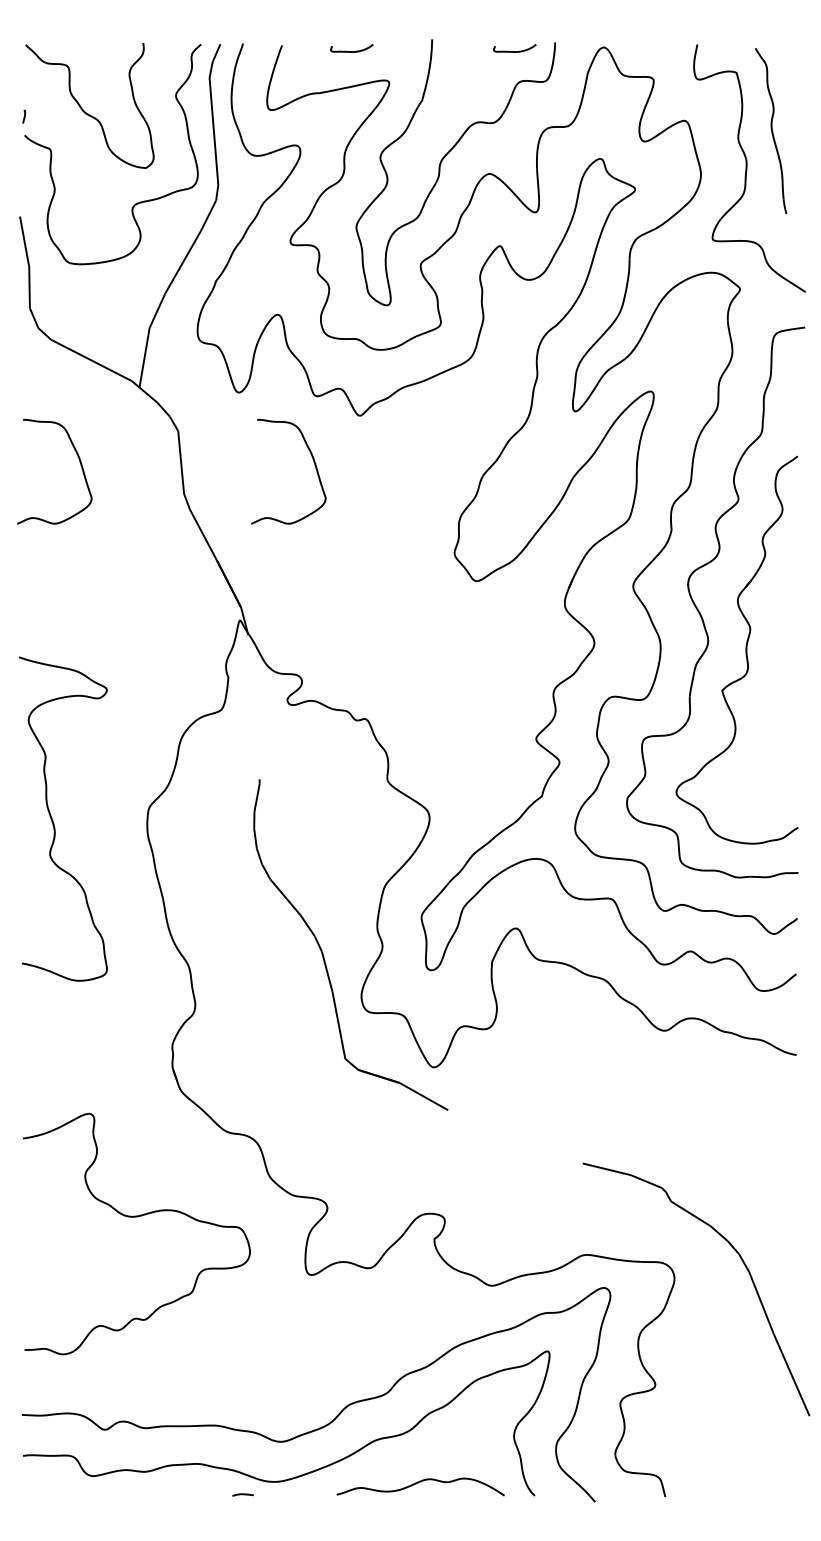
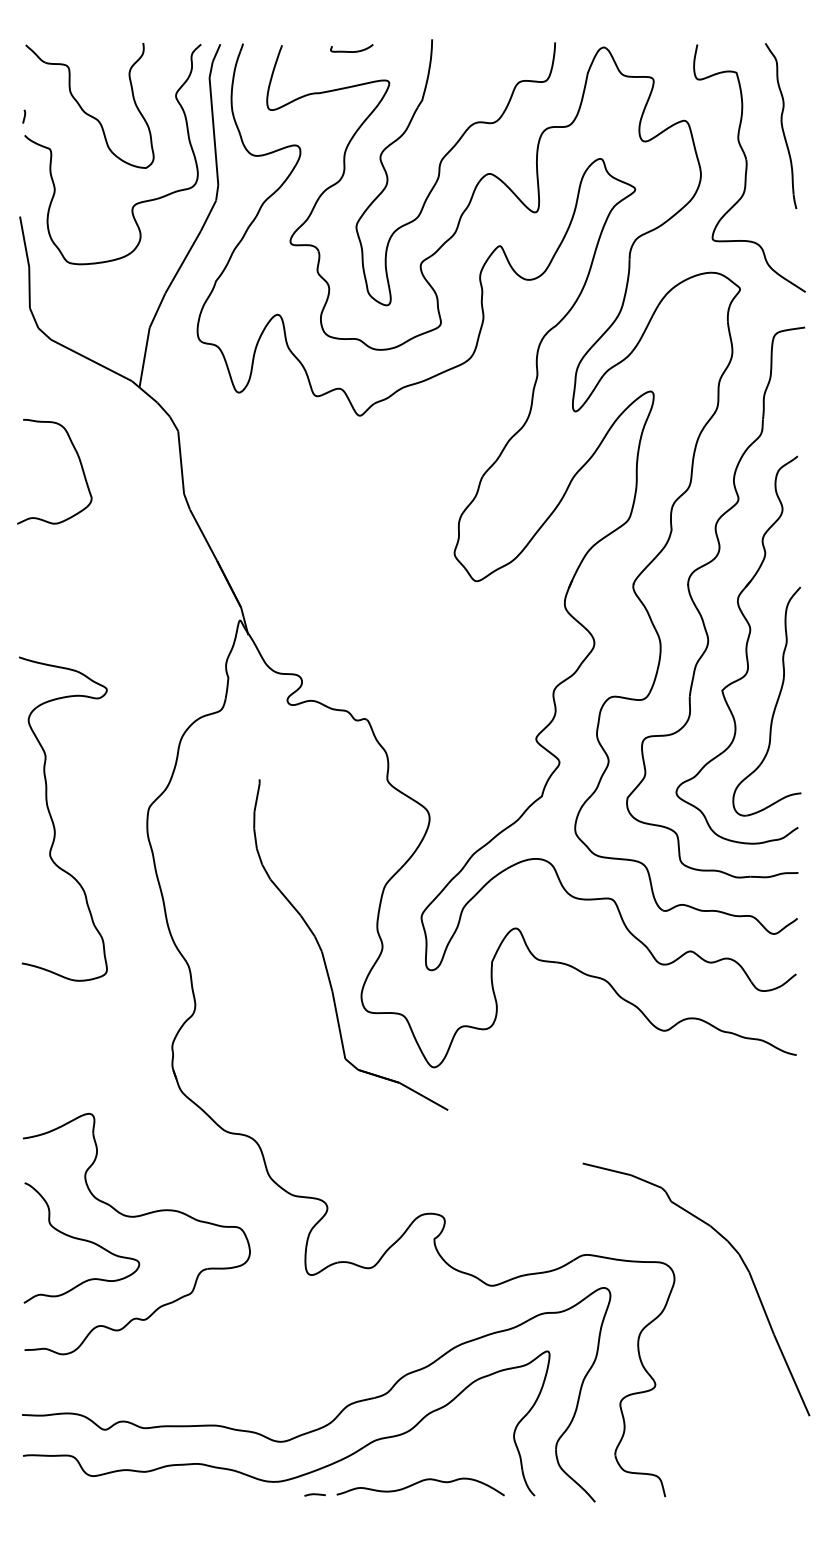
curve at (514, 51): present -> none
part at (771, 131) position: (771, 131) -> (781, 126)
curve at (313, 462): present -> none
part at (775, 703): none -> present
part at (81, 1242): none -> present
line at (242, 1494) position: (242, 1494) -> (314, 1494)
